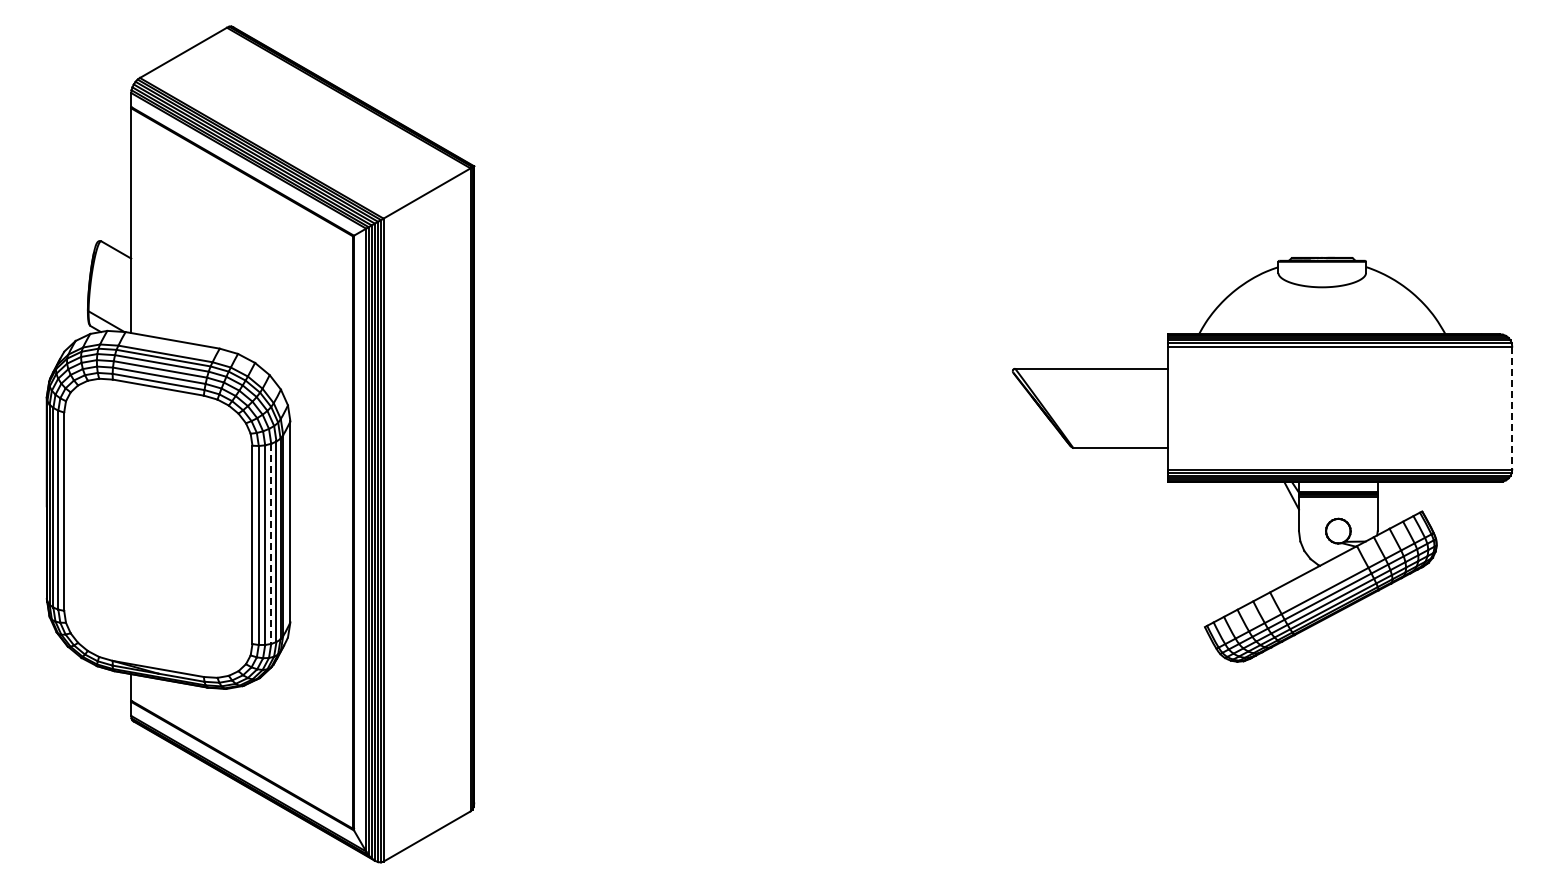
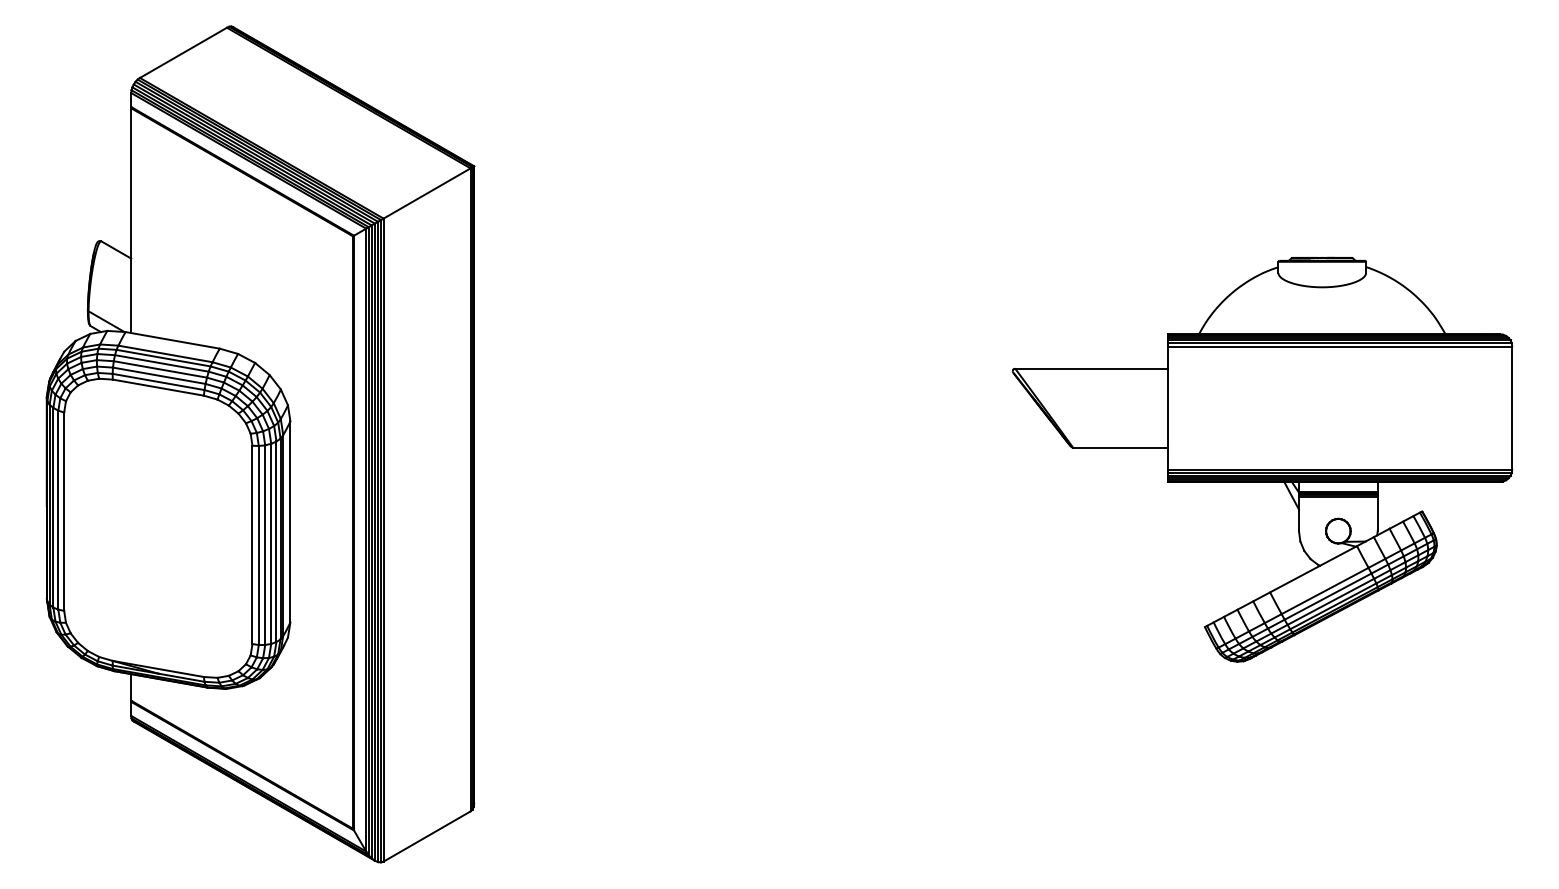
line at (1512, 408): dashed -> solid
line at (271, 544): dashed -> solid
